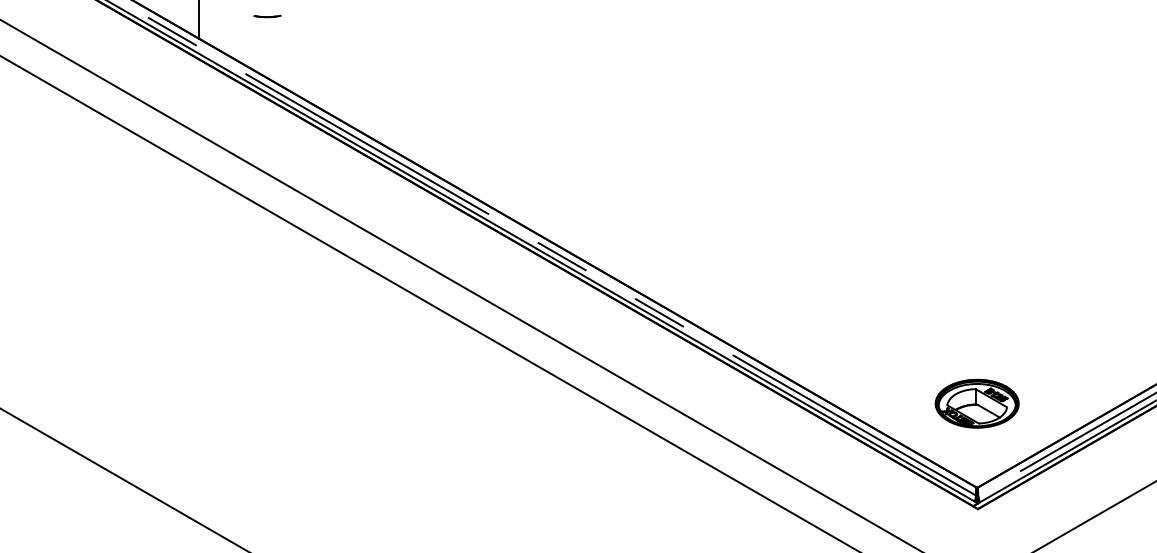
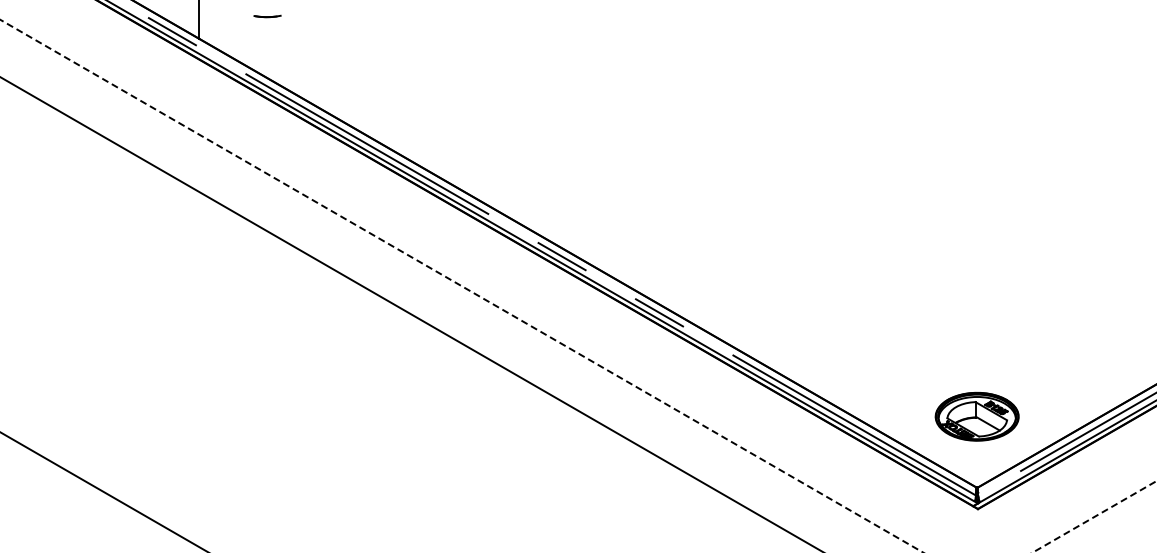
line at (462, 286): solid -> dashed
line at (428, 303) position: (428, 303) -> (410, 313)
part at (976, 403) position: (976, 403) -> (976, 416)
line at (123, 479) position: (123, 479) -> (103, 491)
line at (1094, 516): solid -> dashed
